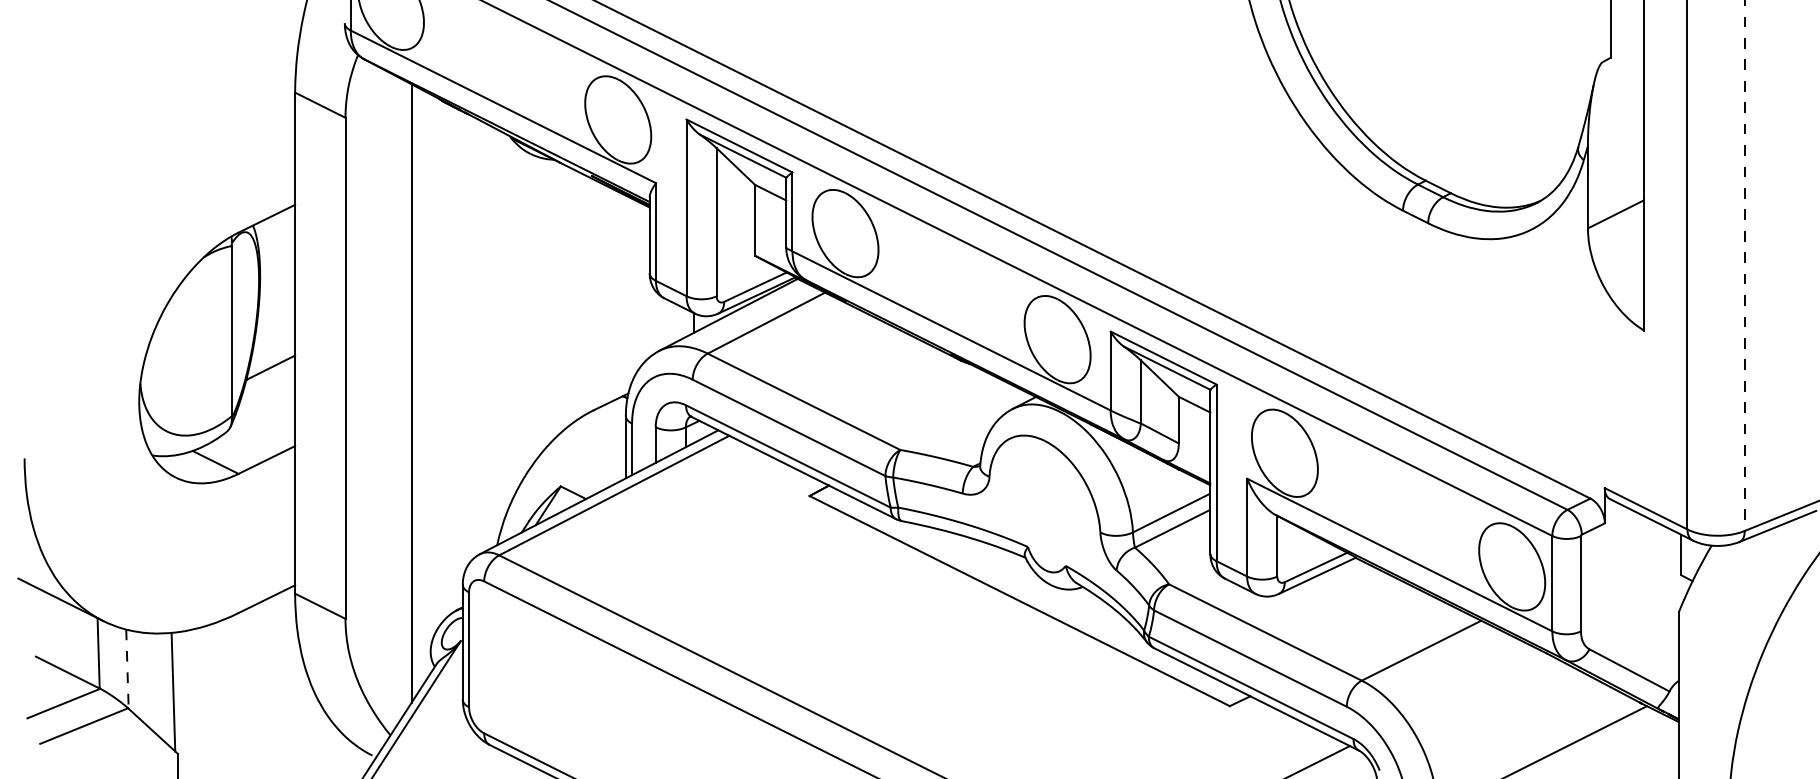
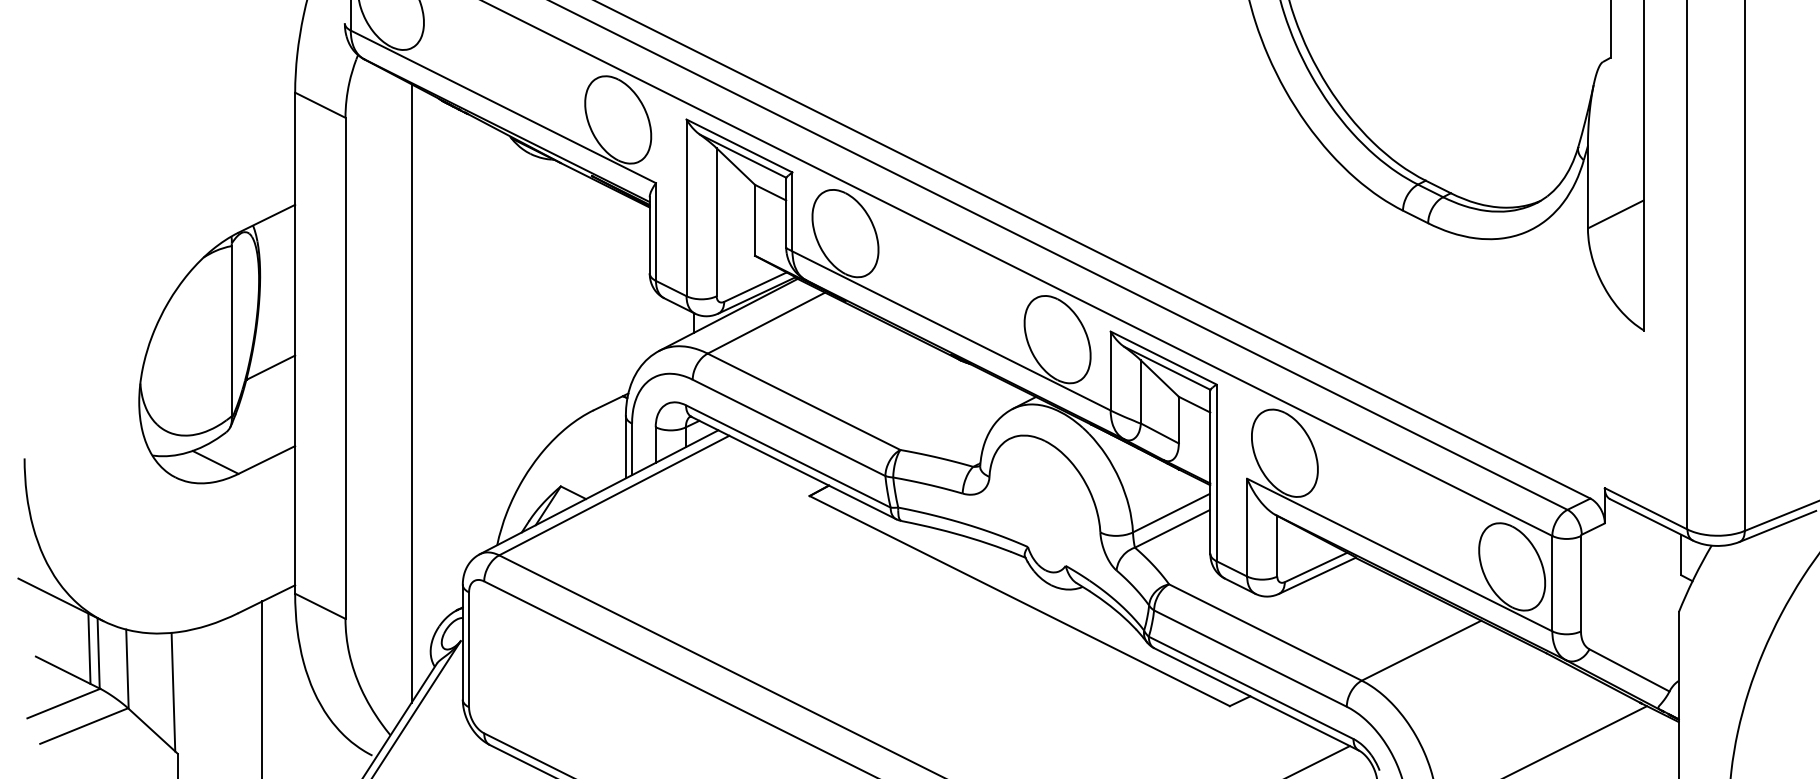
line at (1744, 266): dashed -> solid
line at (89, 648): none -> present
line at (127, 669): dashed -> solid
line at (262, 688): none -> present
